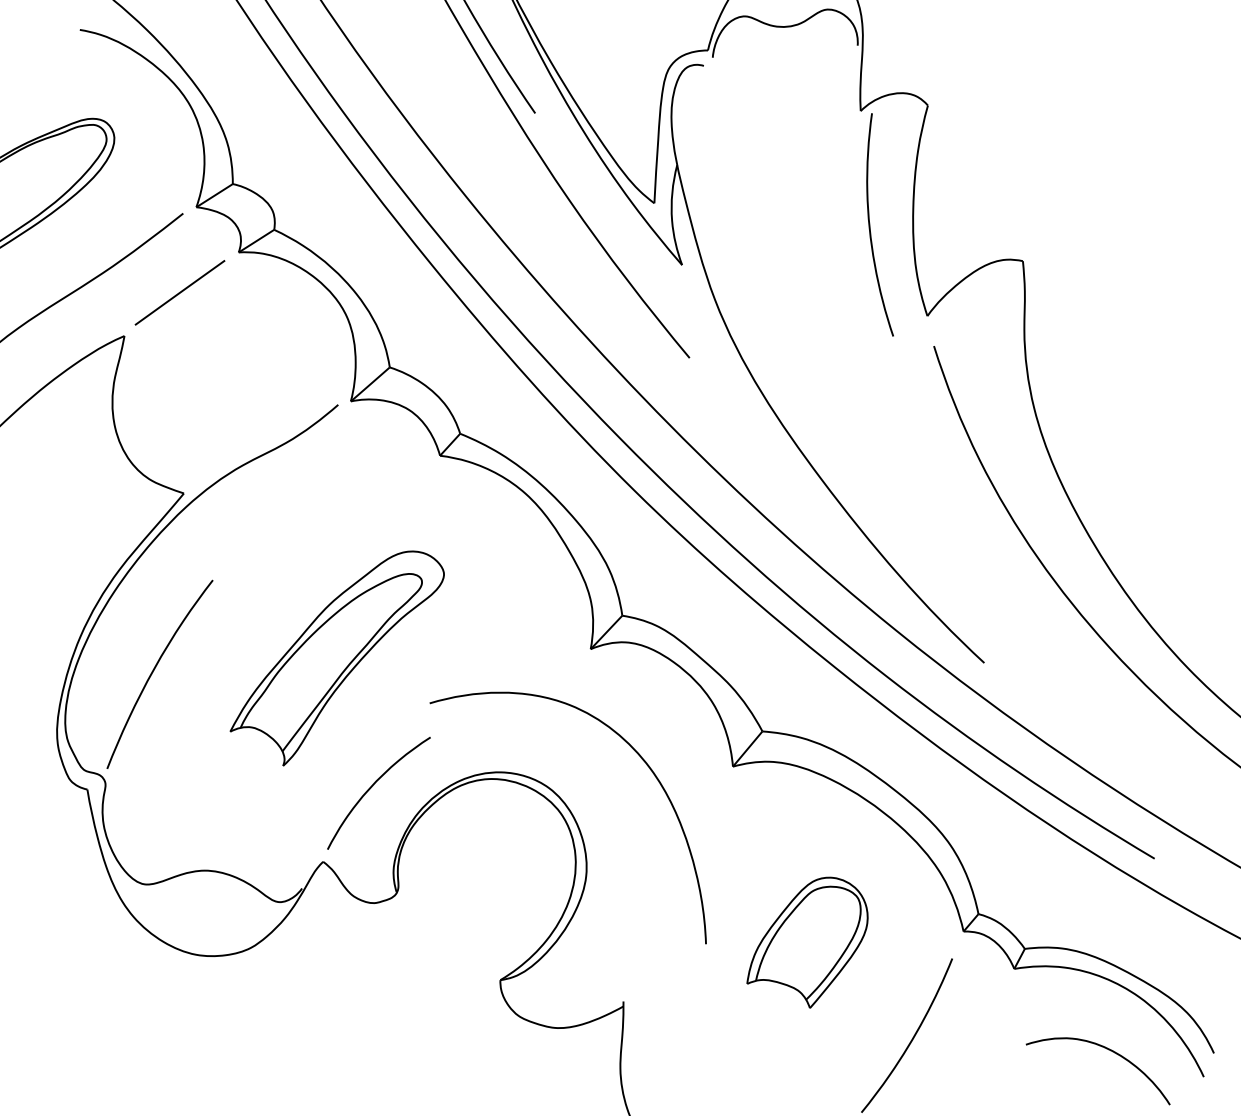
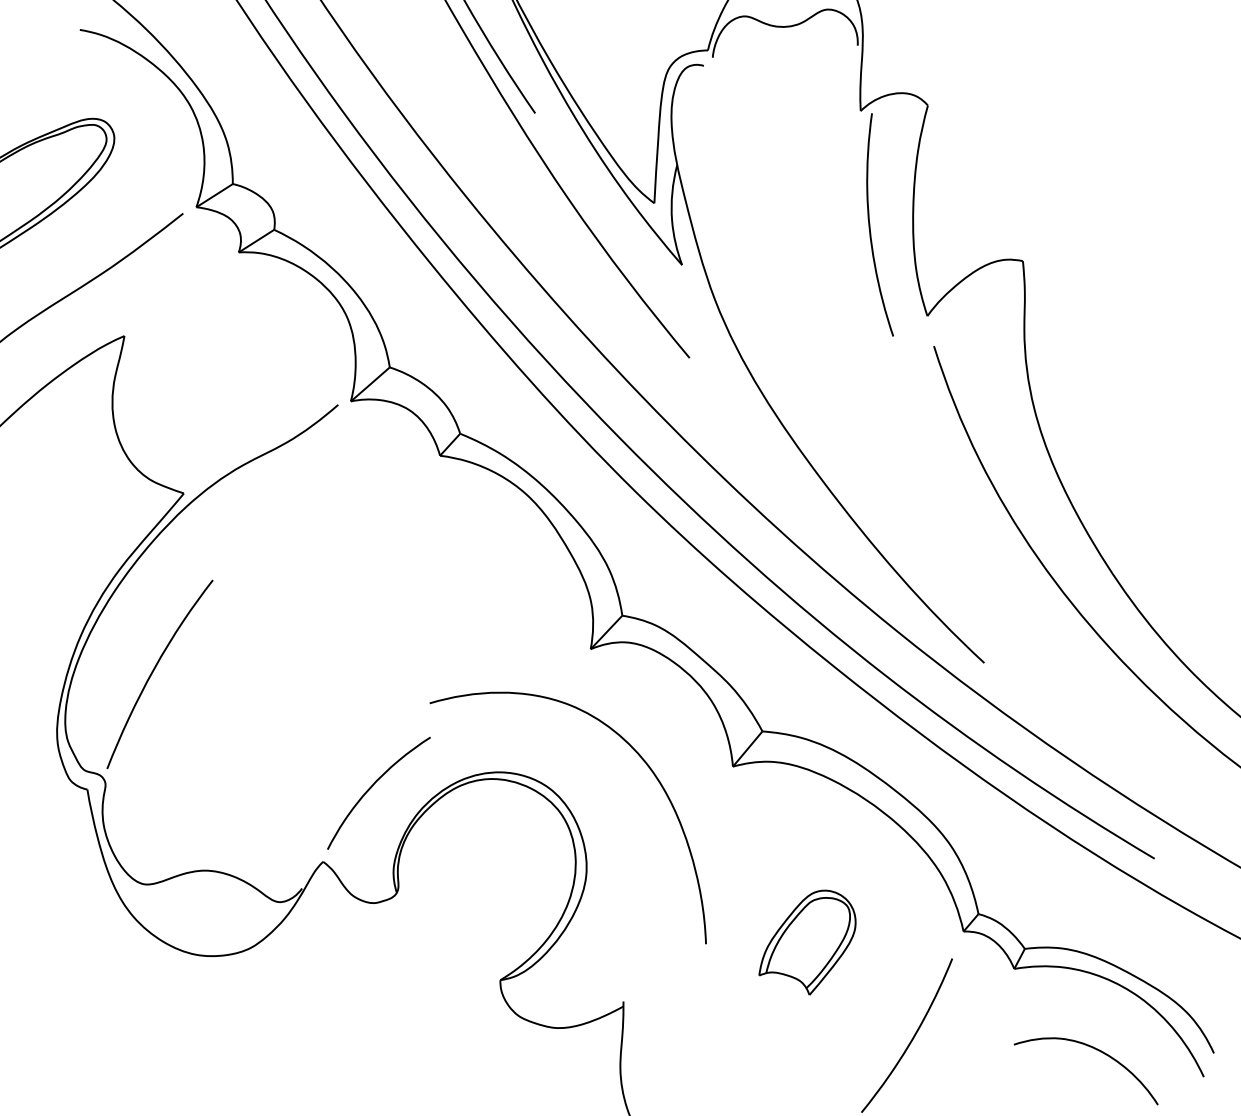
line at (179, 292): present -> none
part at (336, 658): present -> none
part at (807, 942) size: 123x133 px -> 99x107 px
curve at (1108, 1050) position: (1108, 1050) -> (1096, 1050)
